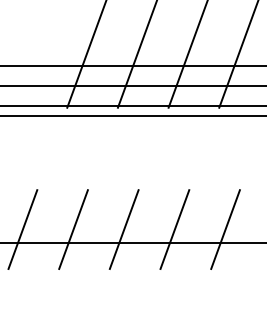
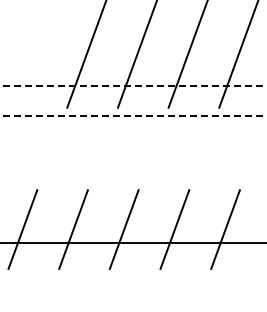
line at (132, 66): present -> none
line at (133, 86): solid -> dashed
line at (132, 106): present -> none
line at (133, 115): solid -> dashed
